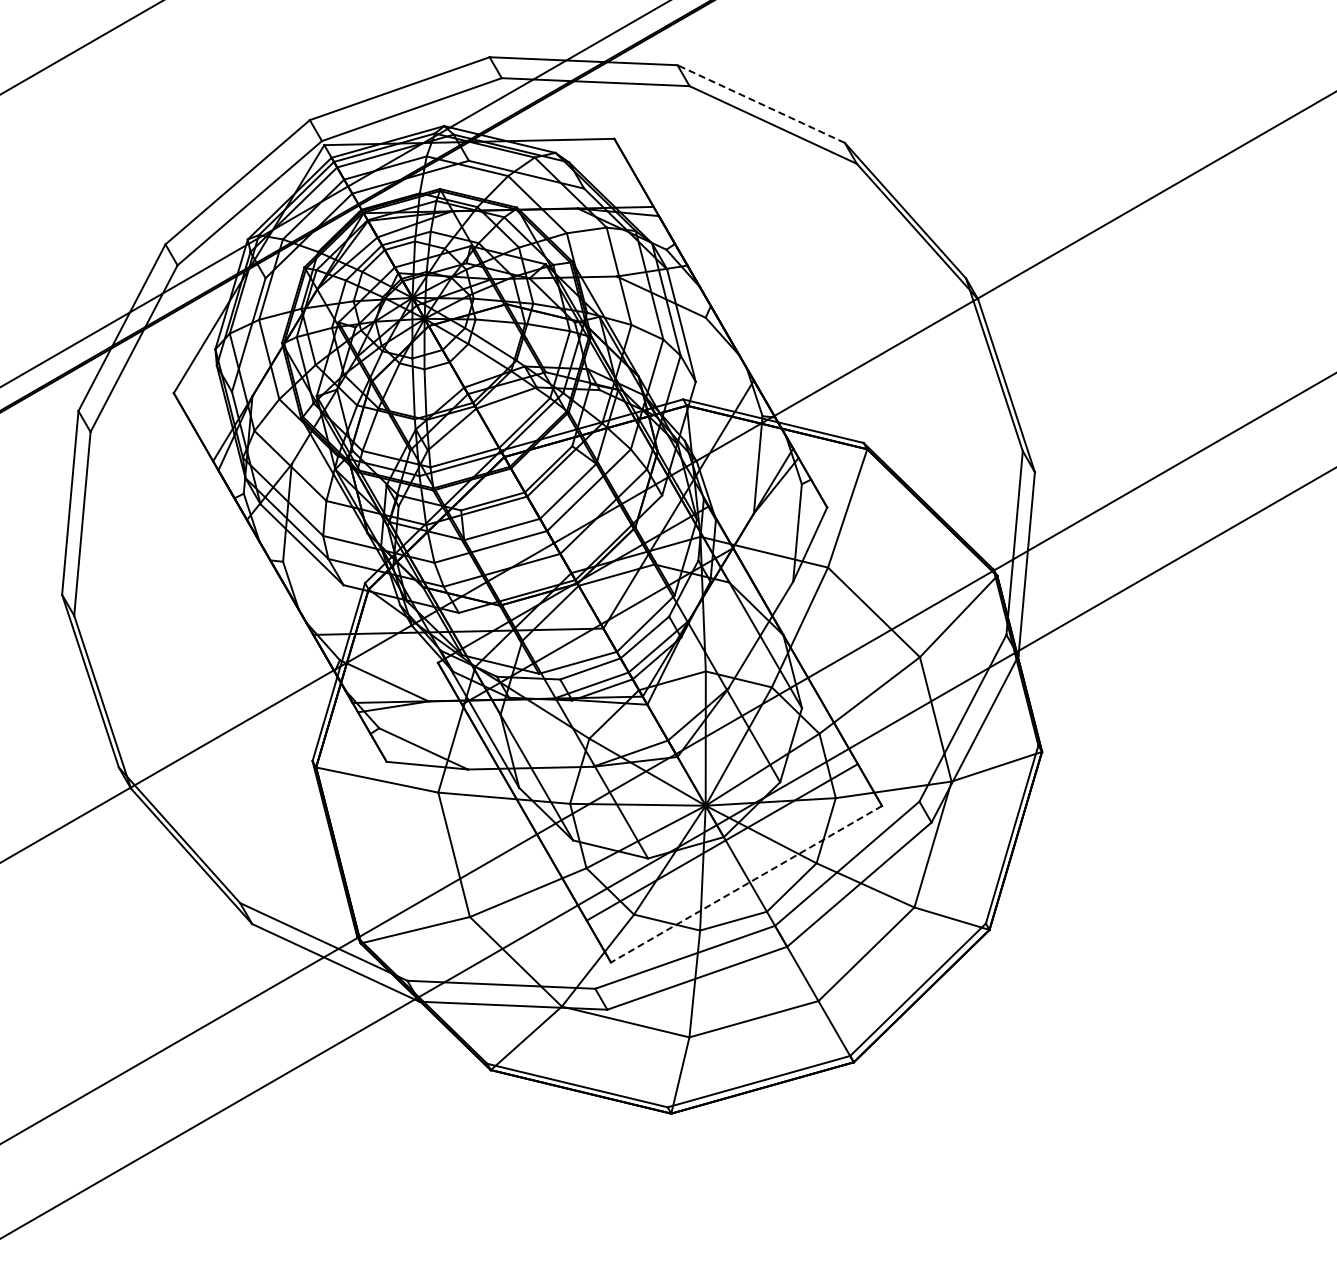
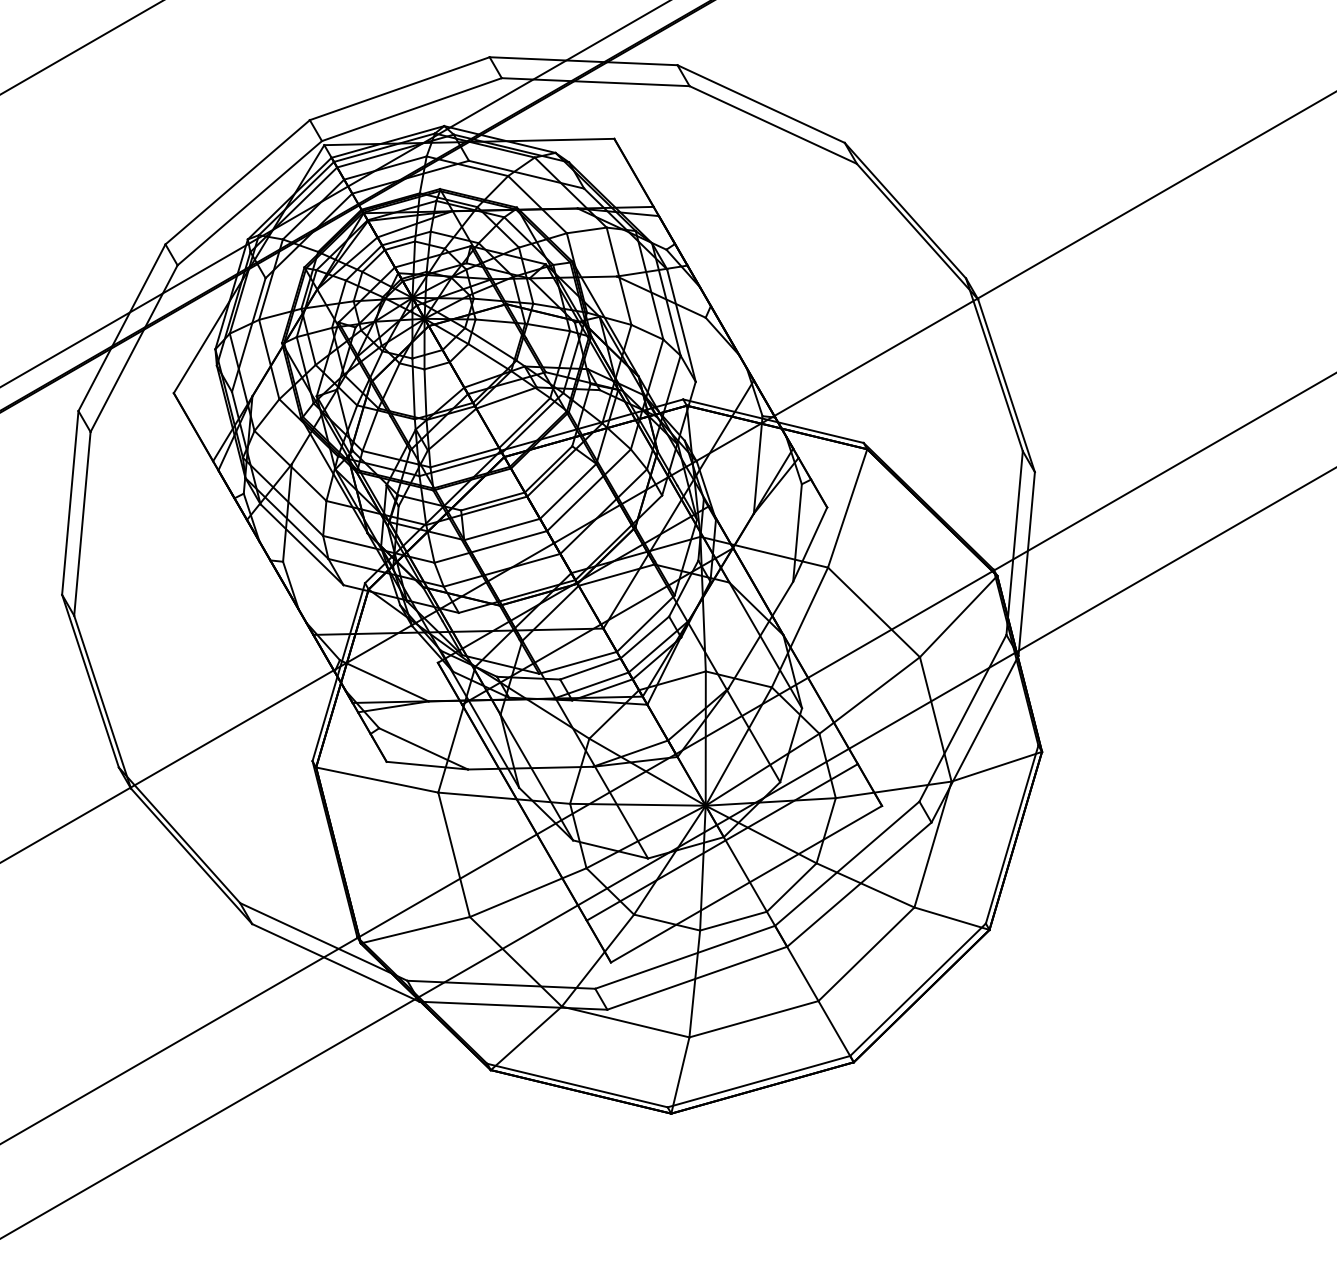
line at (760, 103): dashed -> solid
line at (746, 884): dashed -> solid
